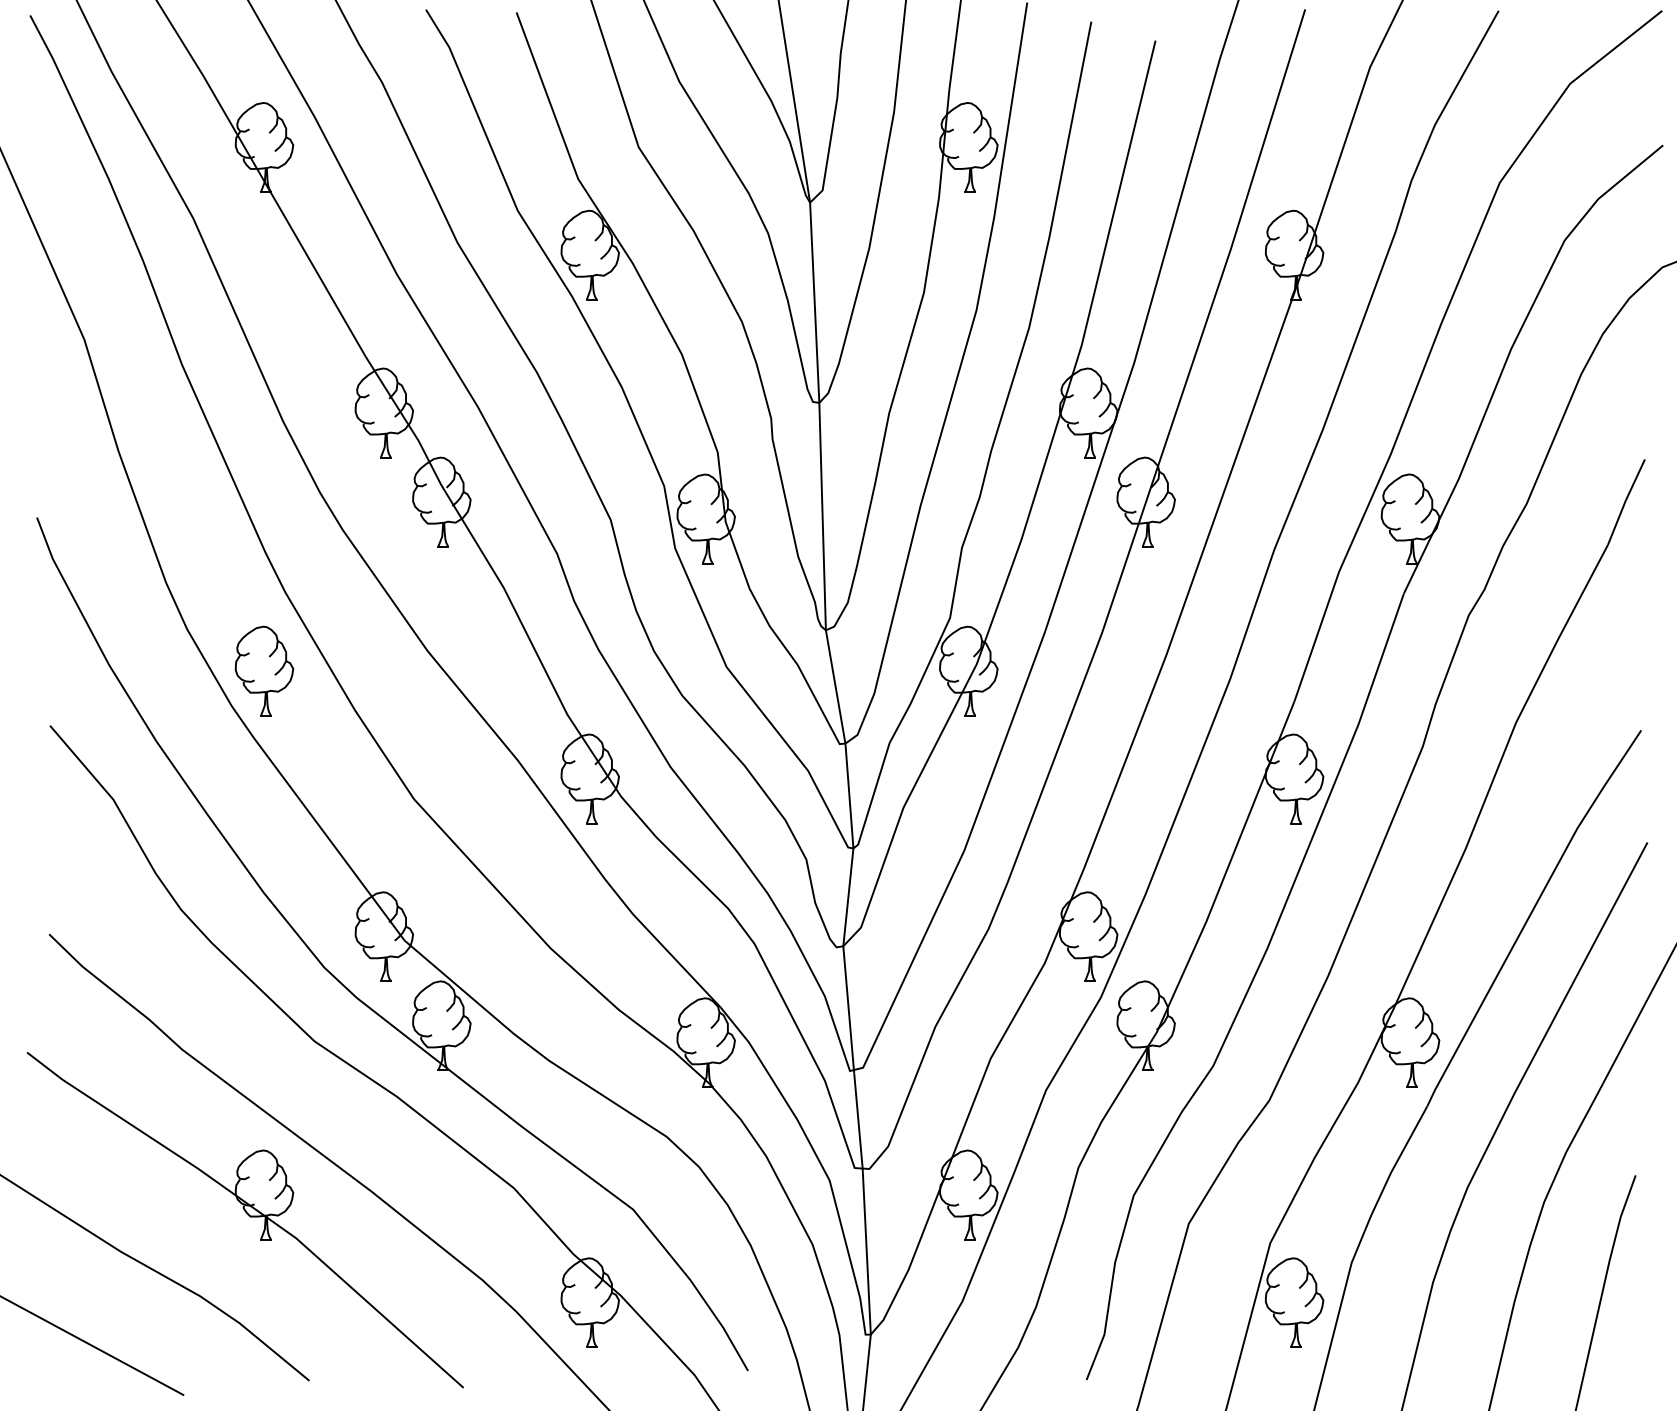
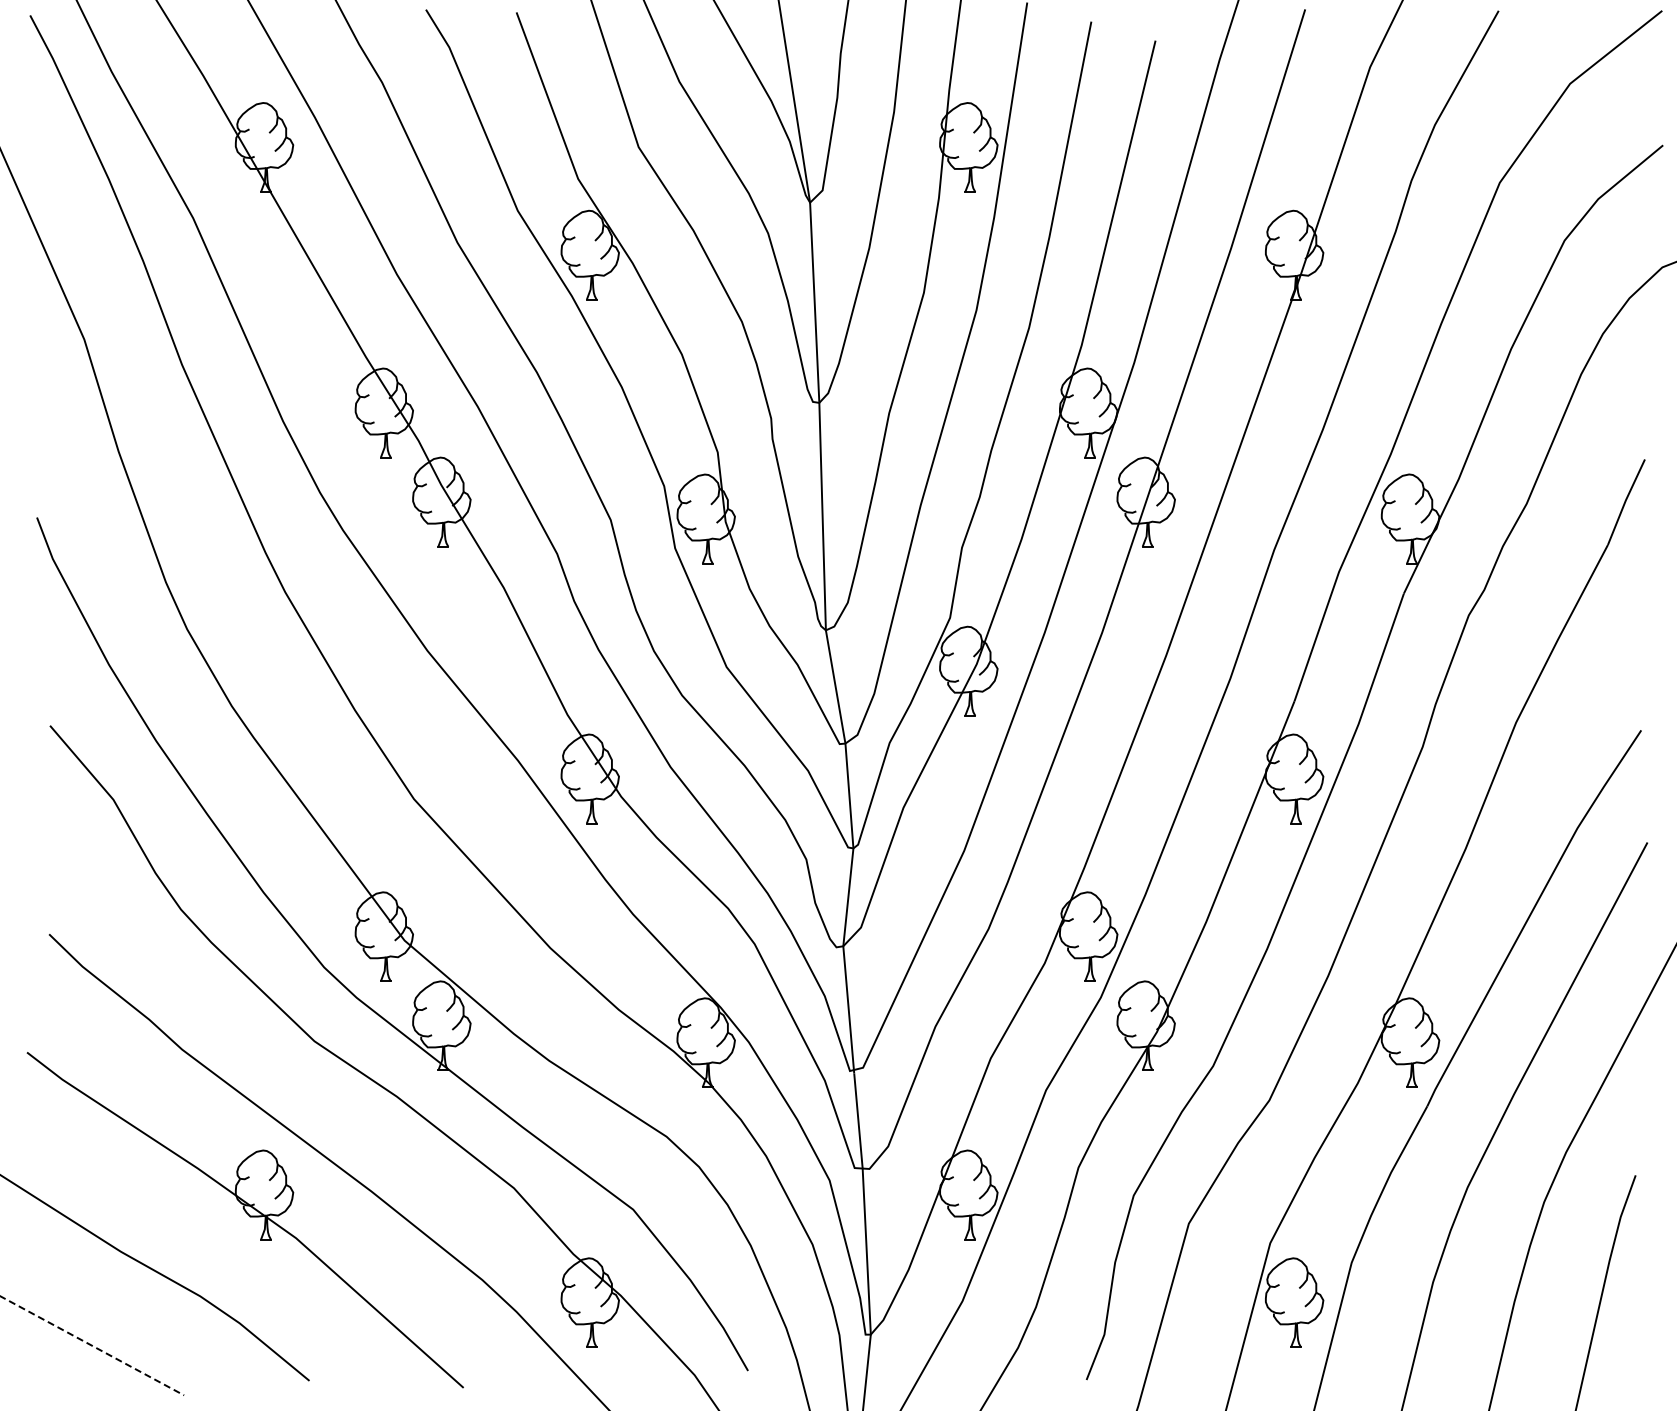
part at (264, 670): present -> none
line at (92, 1346): solid -> dashed
